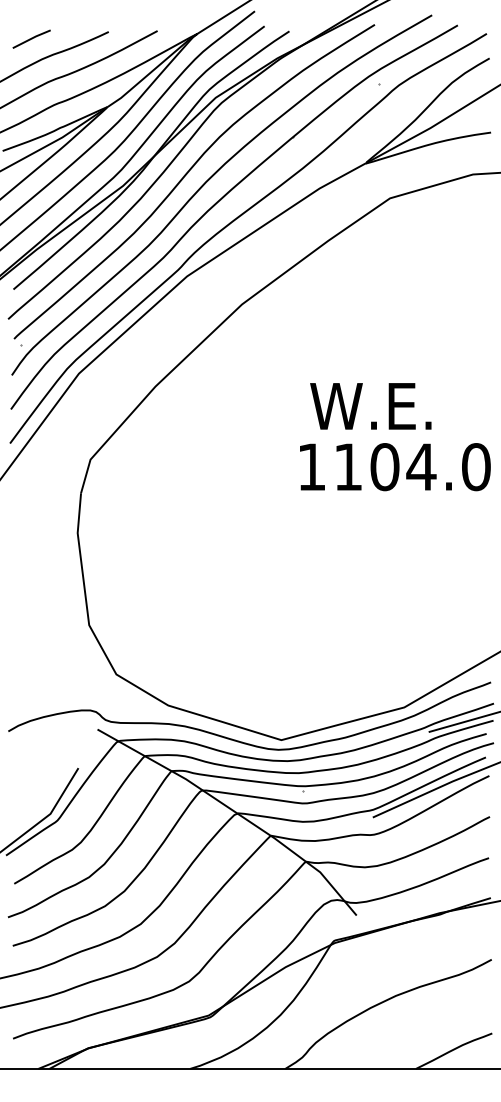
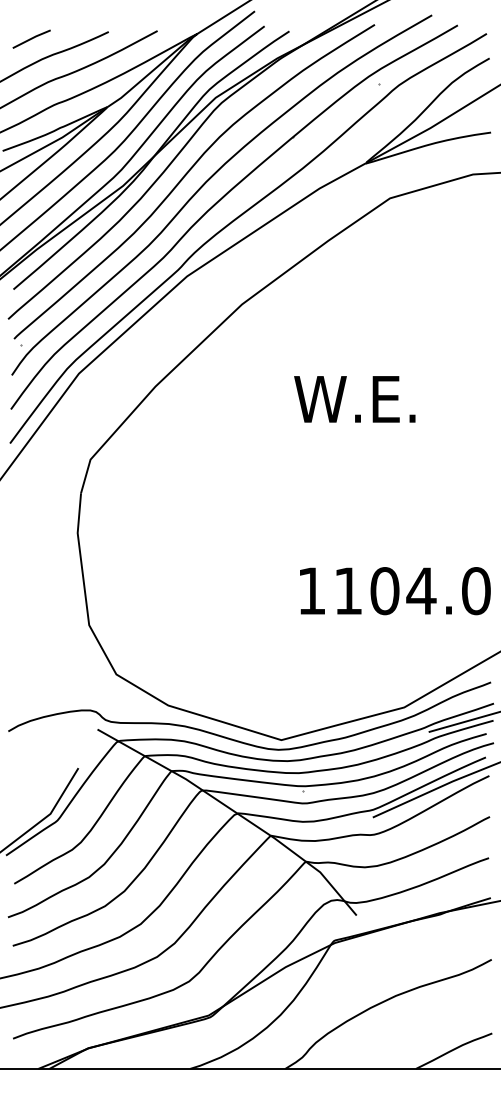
text at (370, 406) position: (370, 406) -> (354, 399)
text at (395, 467) position: (395, 467) -> (395, 591)
